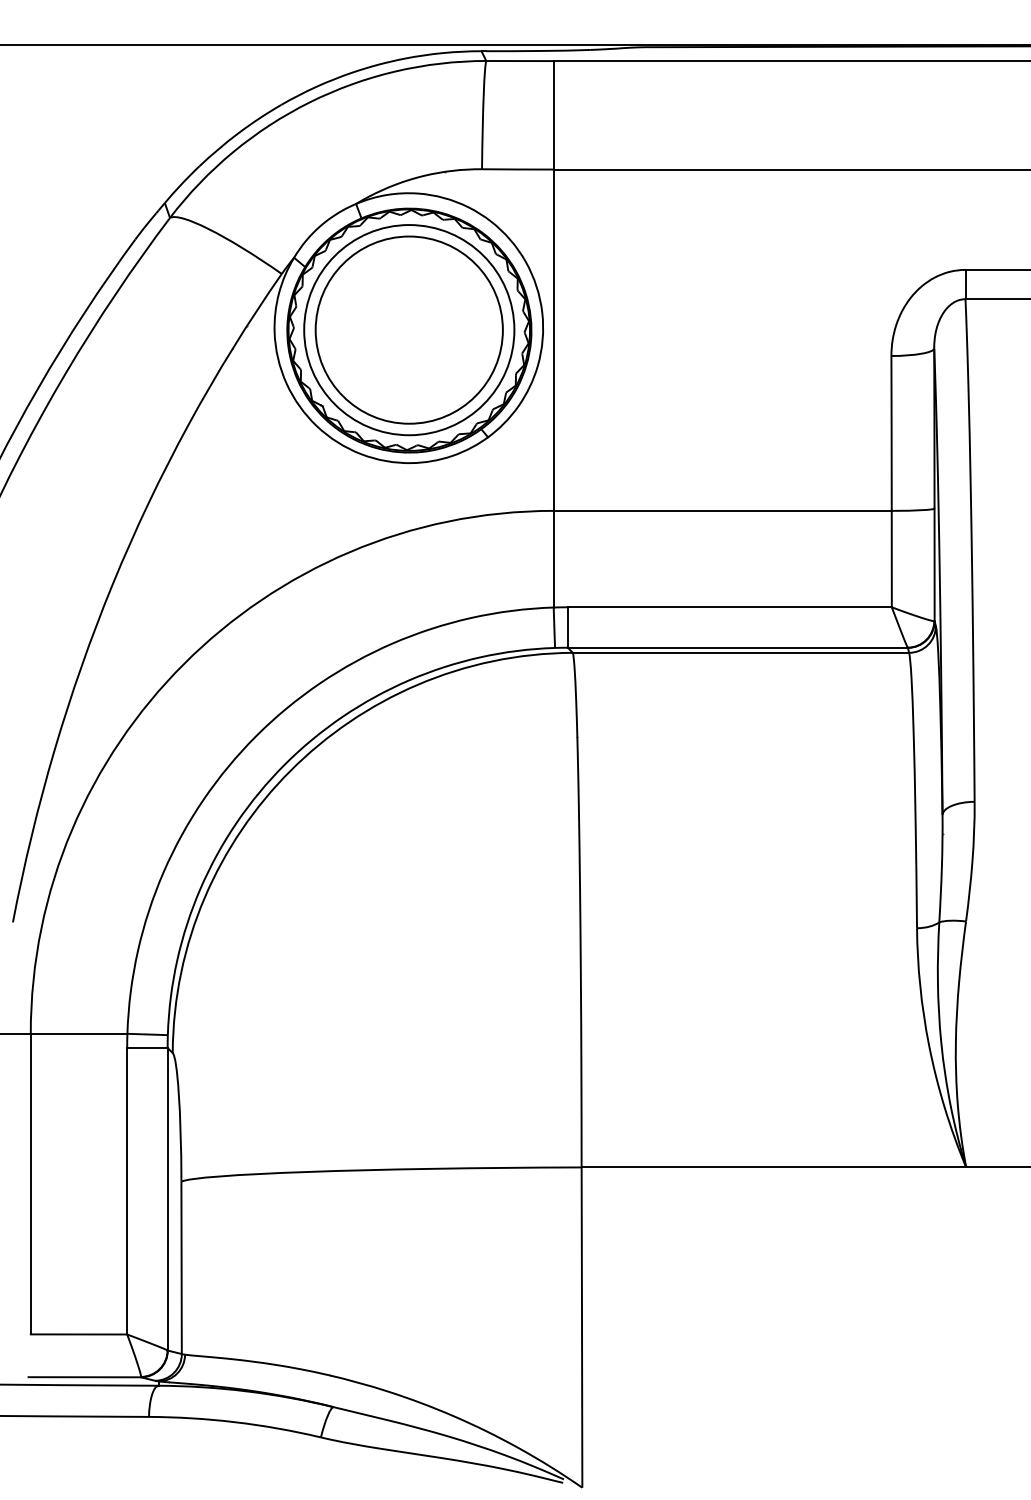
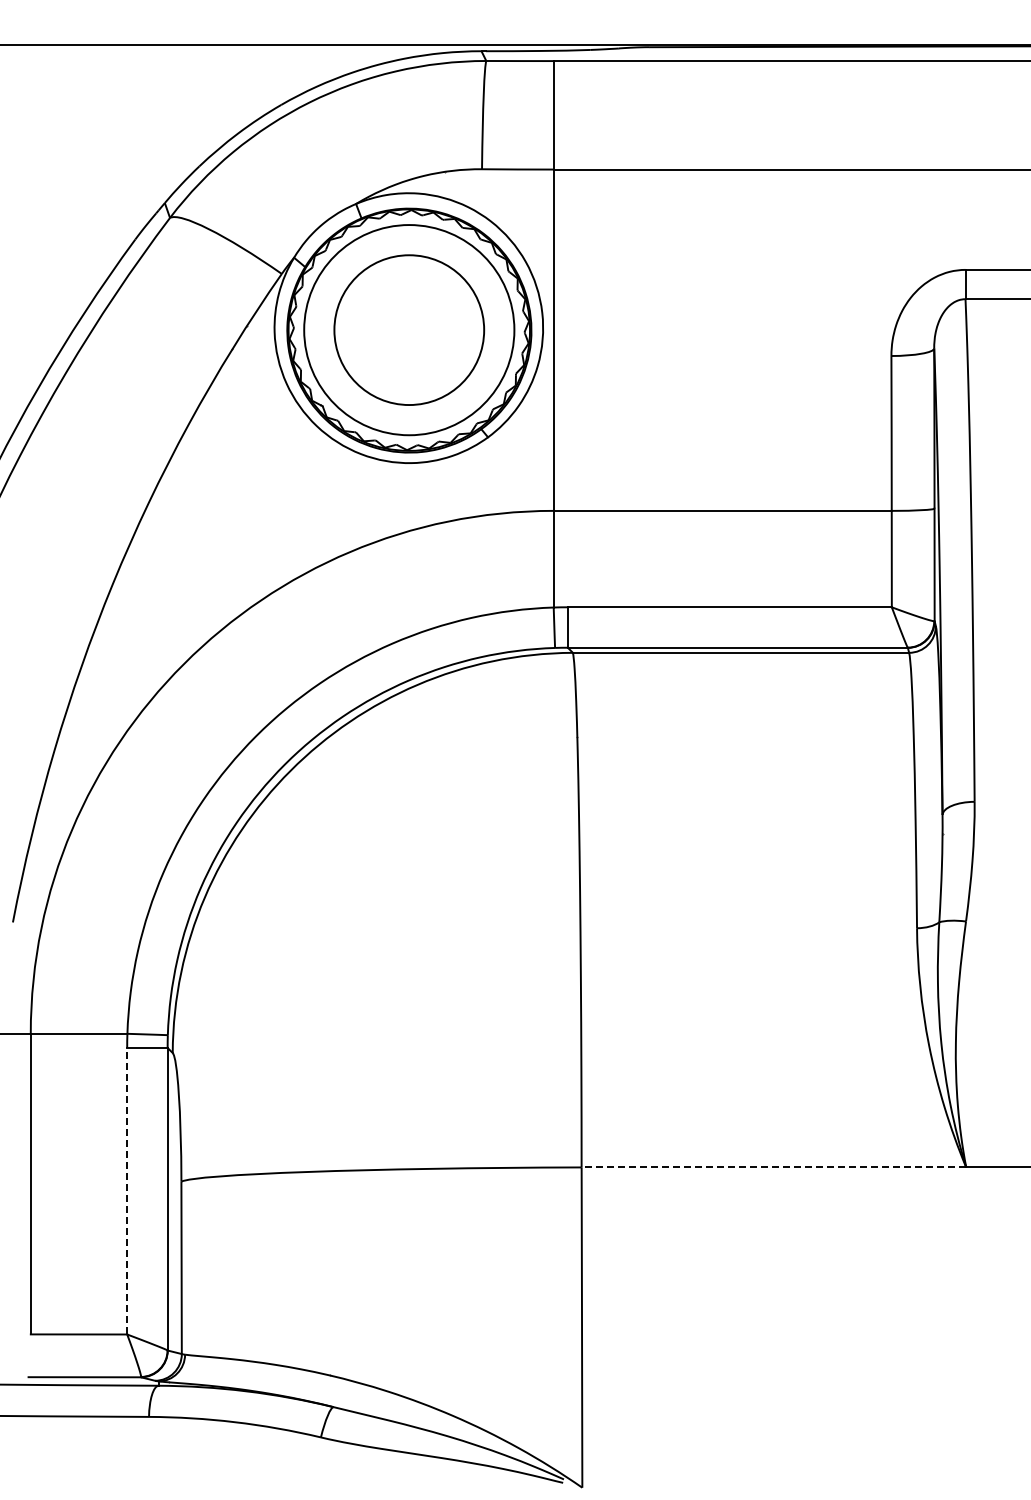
circle at (408, 329) diameter: 187 px -> 150 px
line at (773, 1167): solid -> dashed
line at (127, 1190): solid -> dashed
